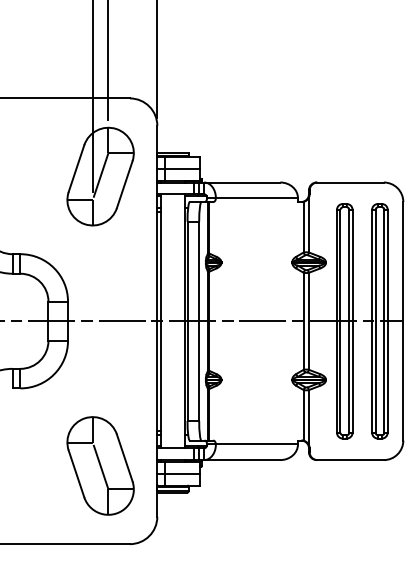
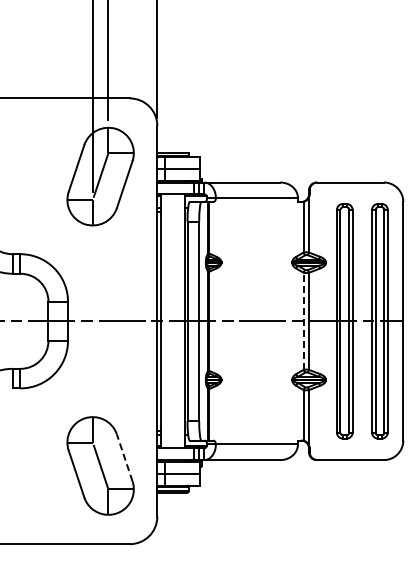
line at (303, 321): solid -> dashed
line at (124, 457): solid -> dashed
